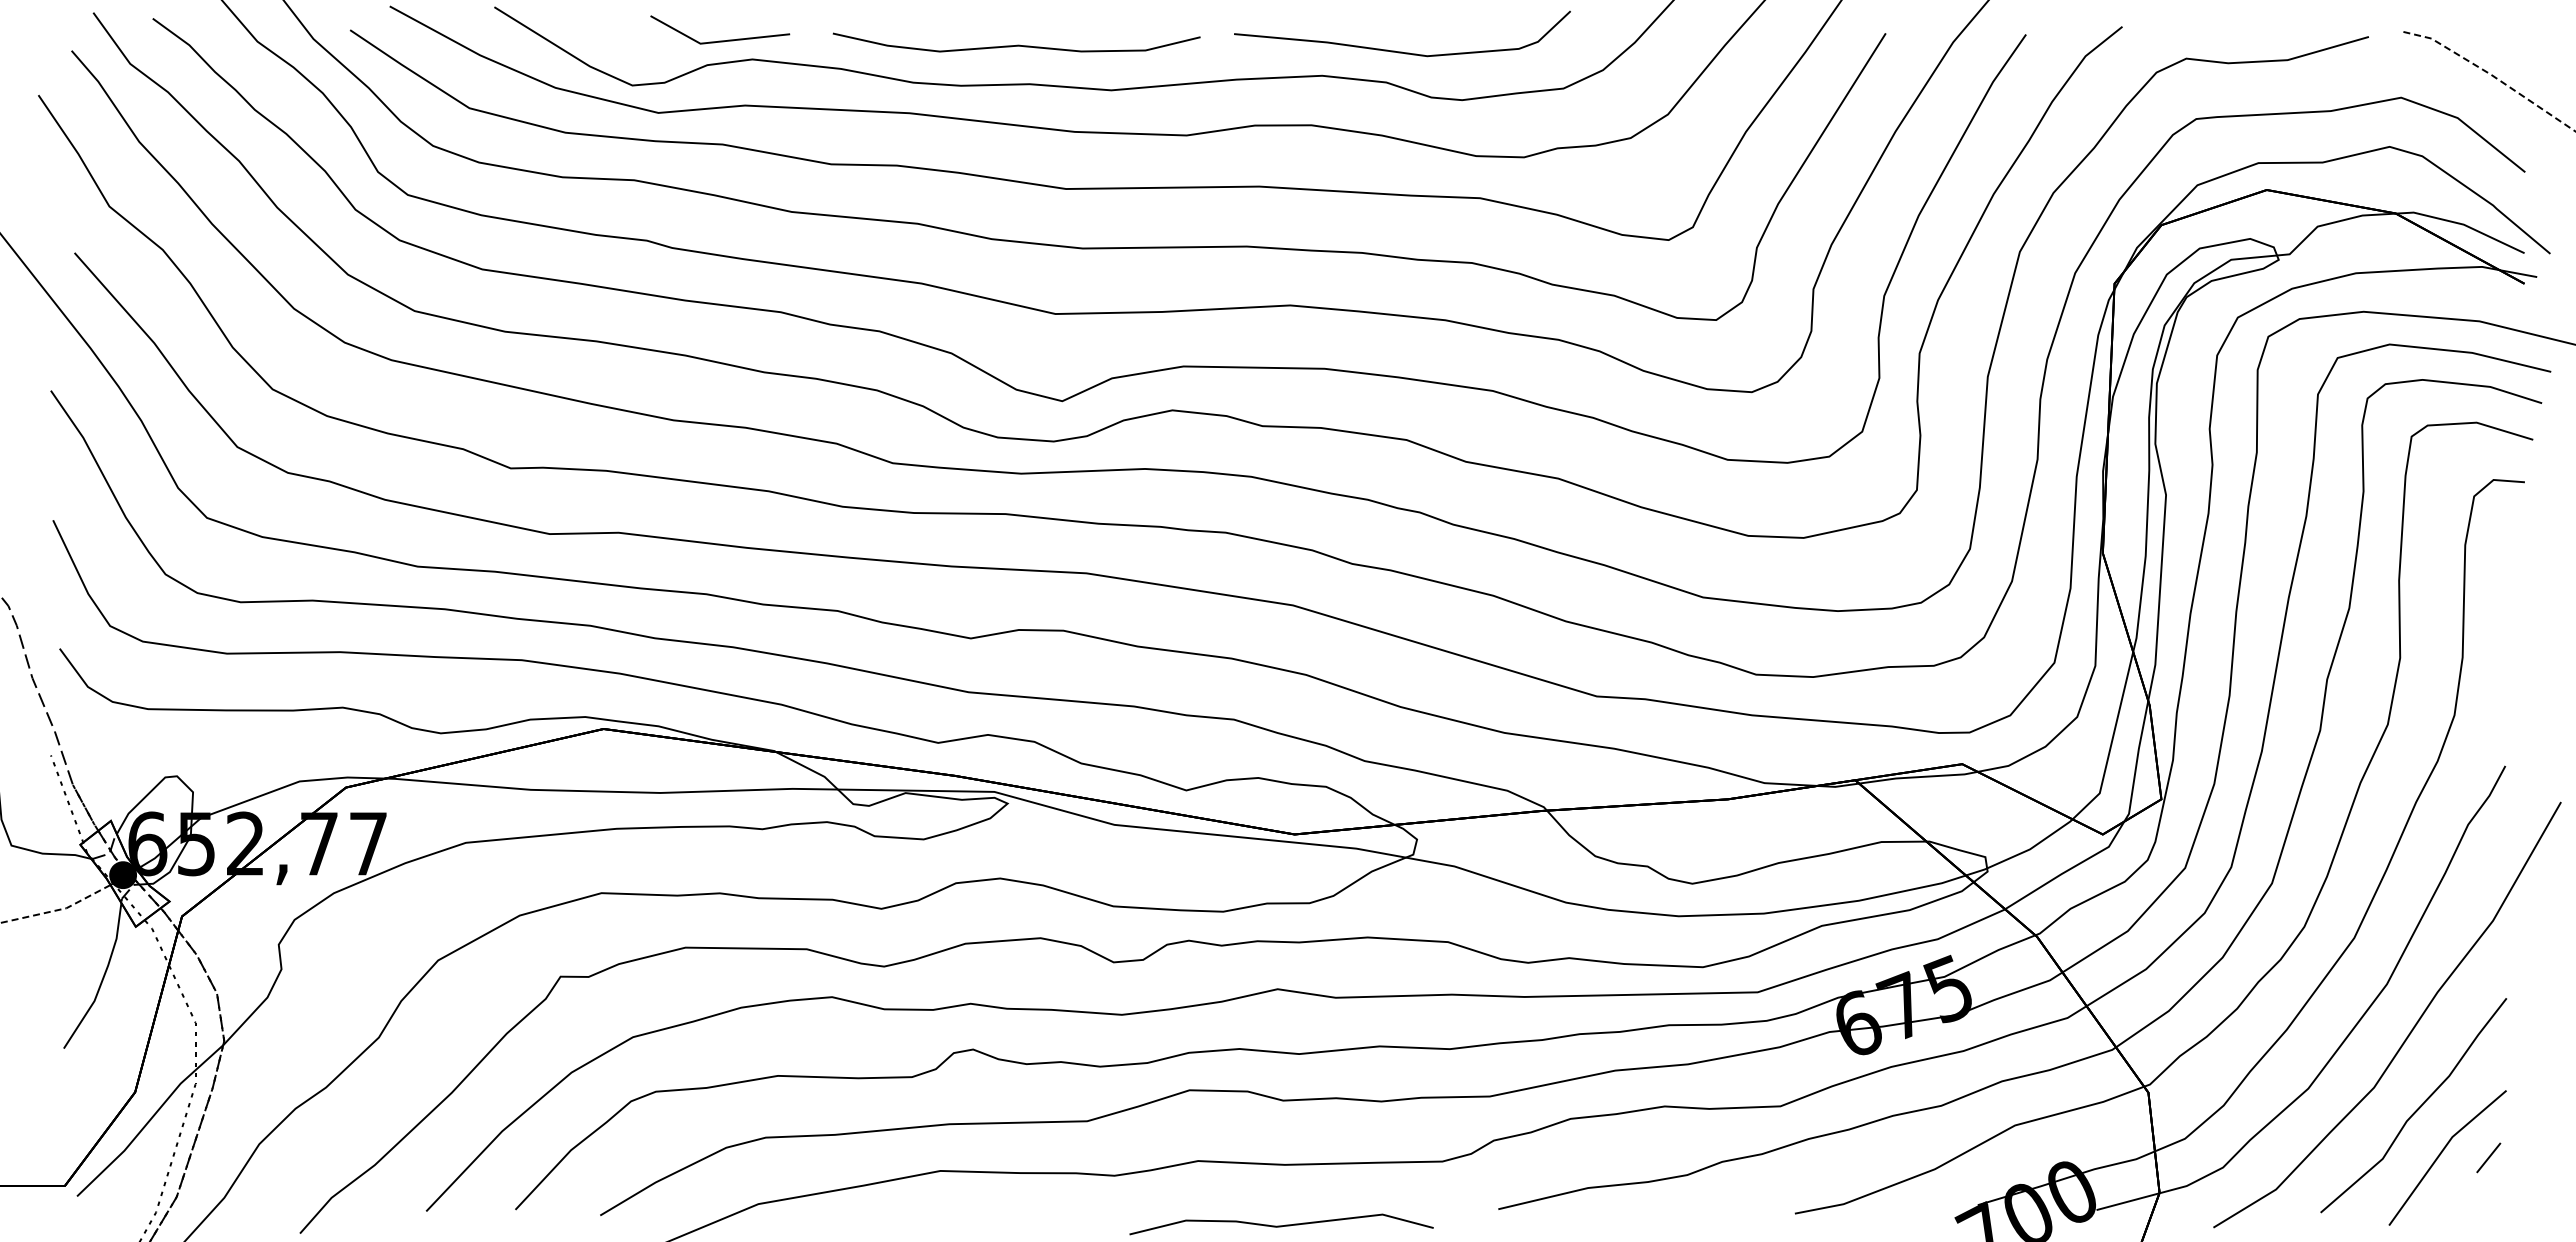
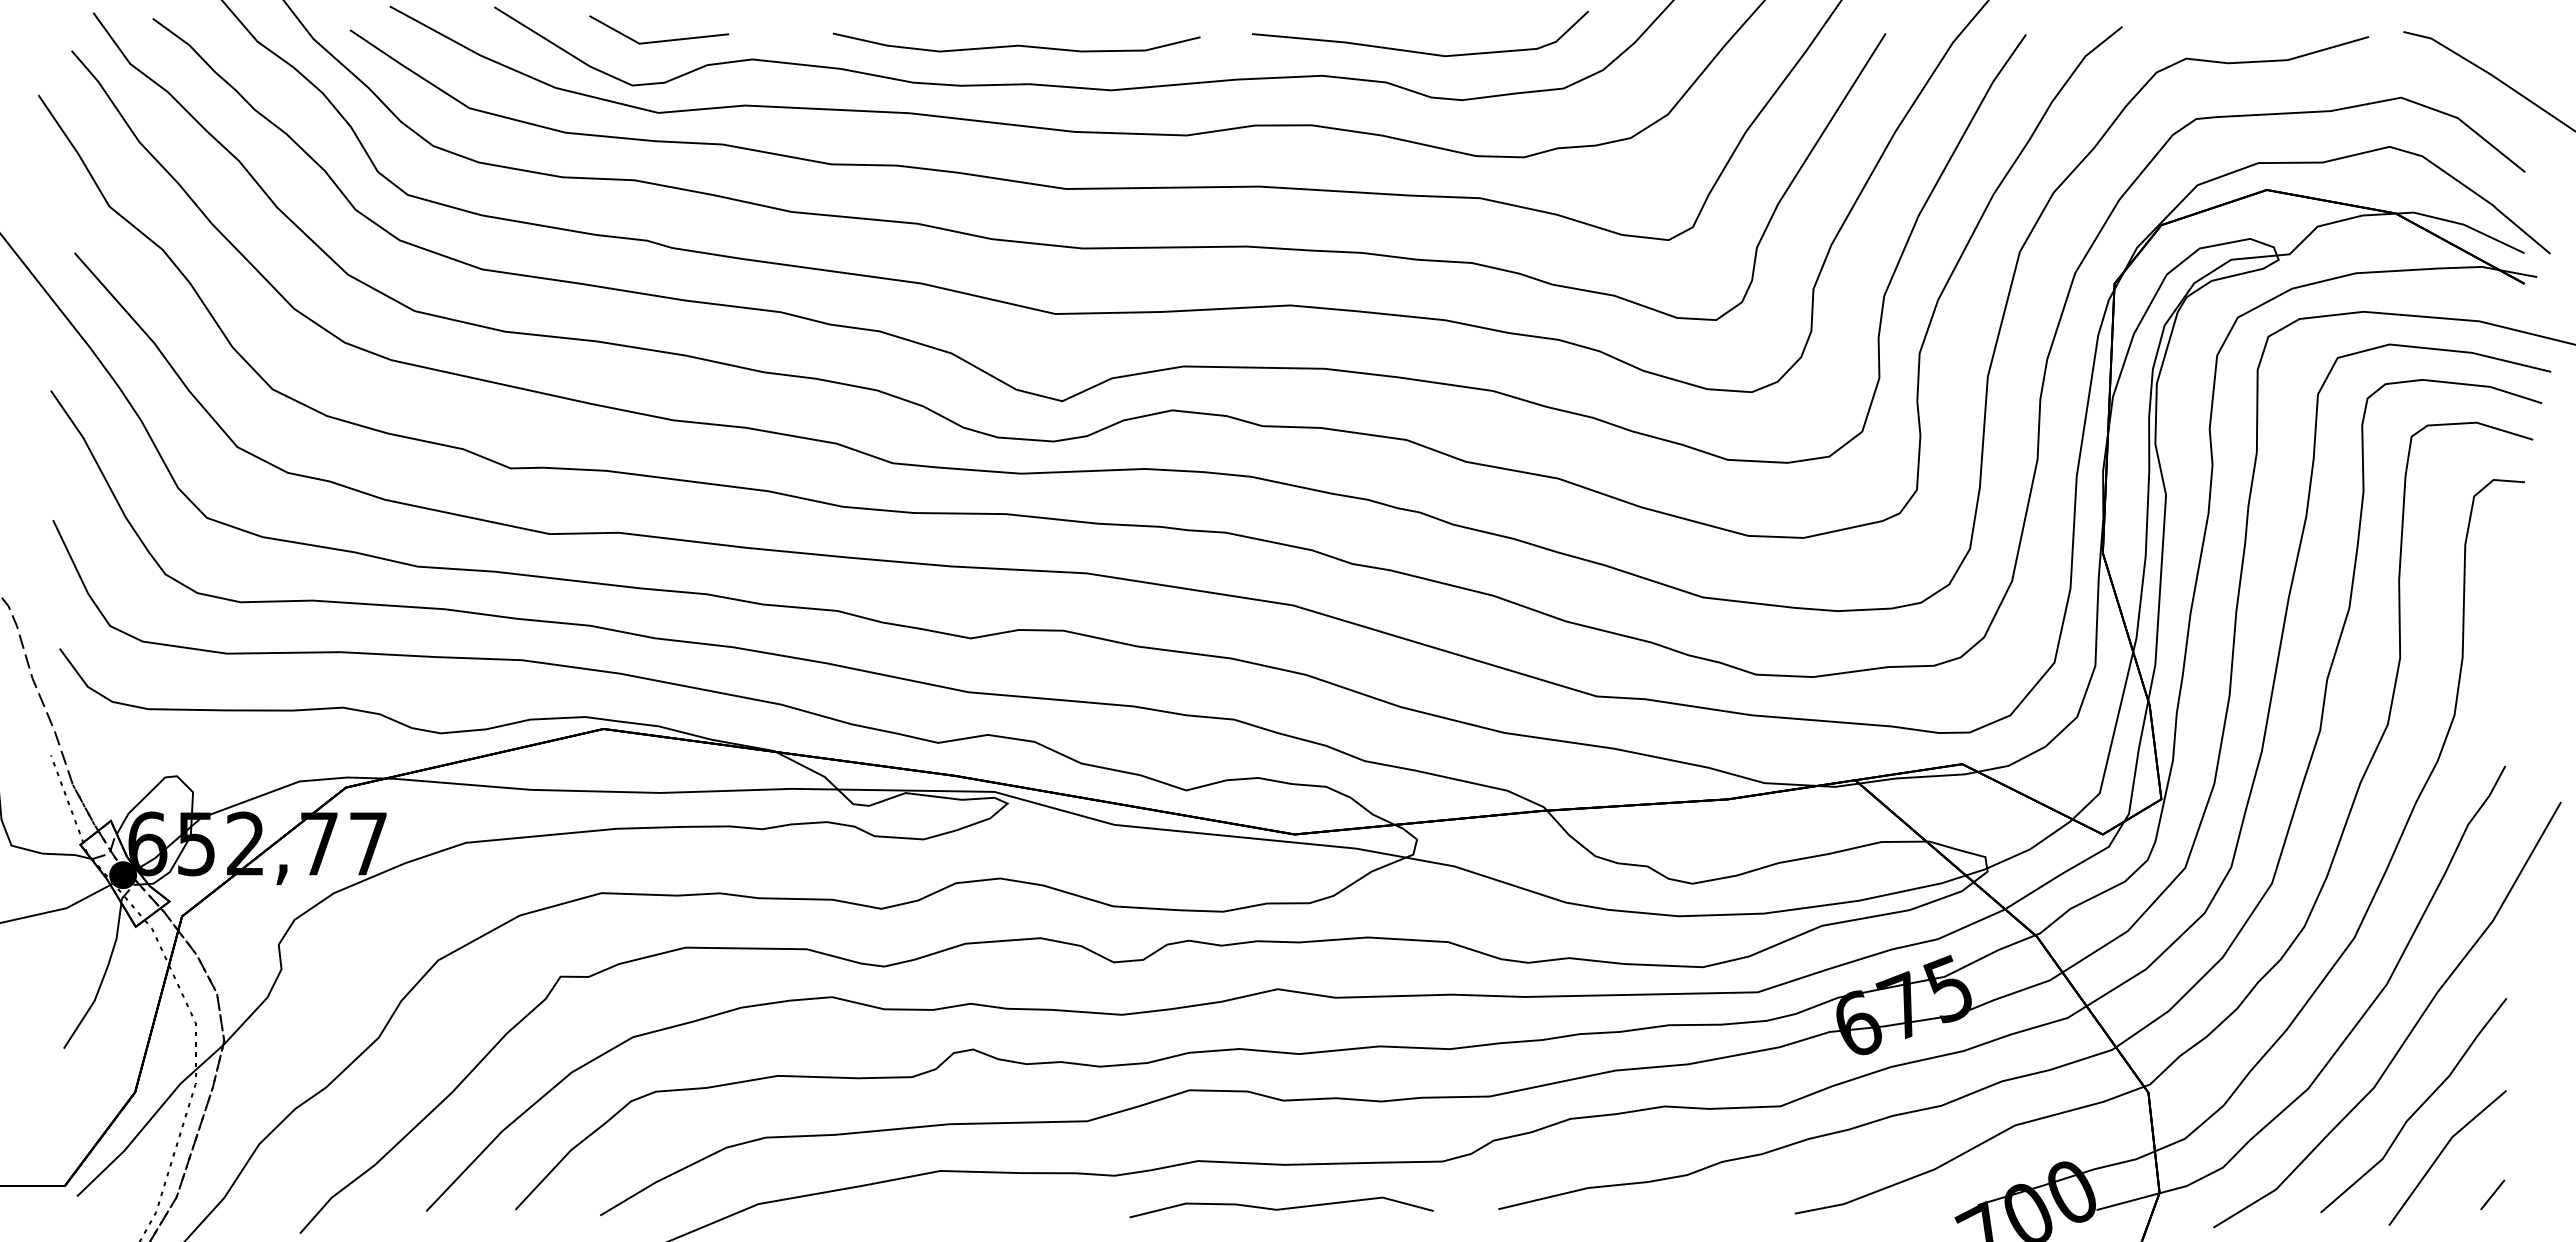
line at (720, 40) position: (720, 40) -> (659, 40)
curve at (1402, 51) position: (1402, 51) -> (1420, 51)
line at (2491, 75): dashed -> solid
line at (57, 910): dashed -> solid
line at (2488, 1157) position: (2488, 1157) -> (2492, 1194)
curve at (1281, 1225) position: (1281, 1225) -> (1281, 1208)
